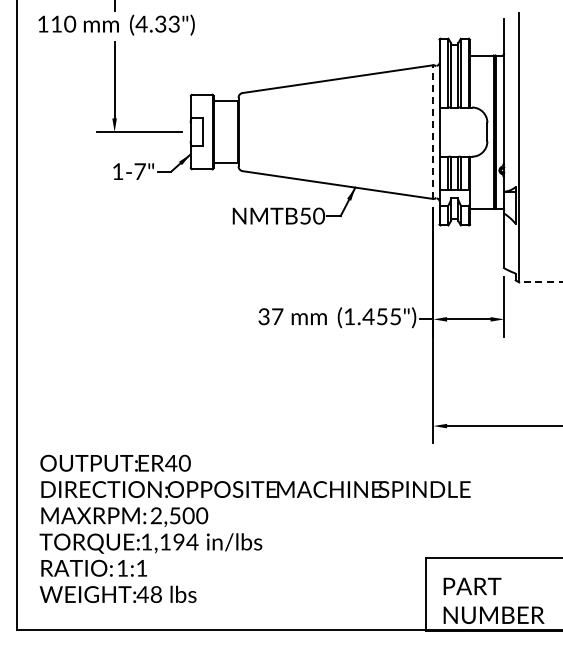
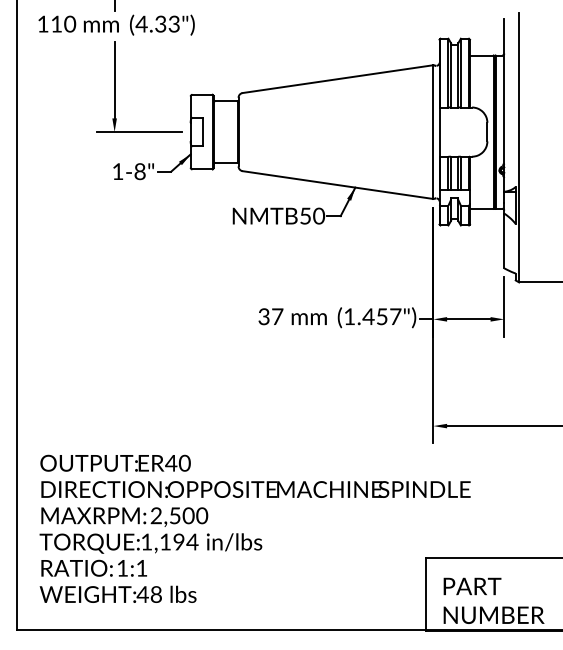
line at (433, 132): dashed -> solid
text at (139, 171): 1-7" -> 1-8"
line at (540, 282): dashed -> solid
text at (395, 316): (1.455") -> (1.457")
